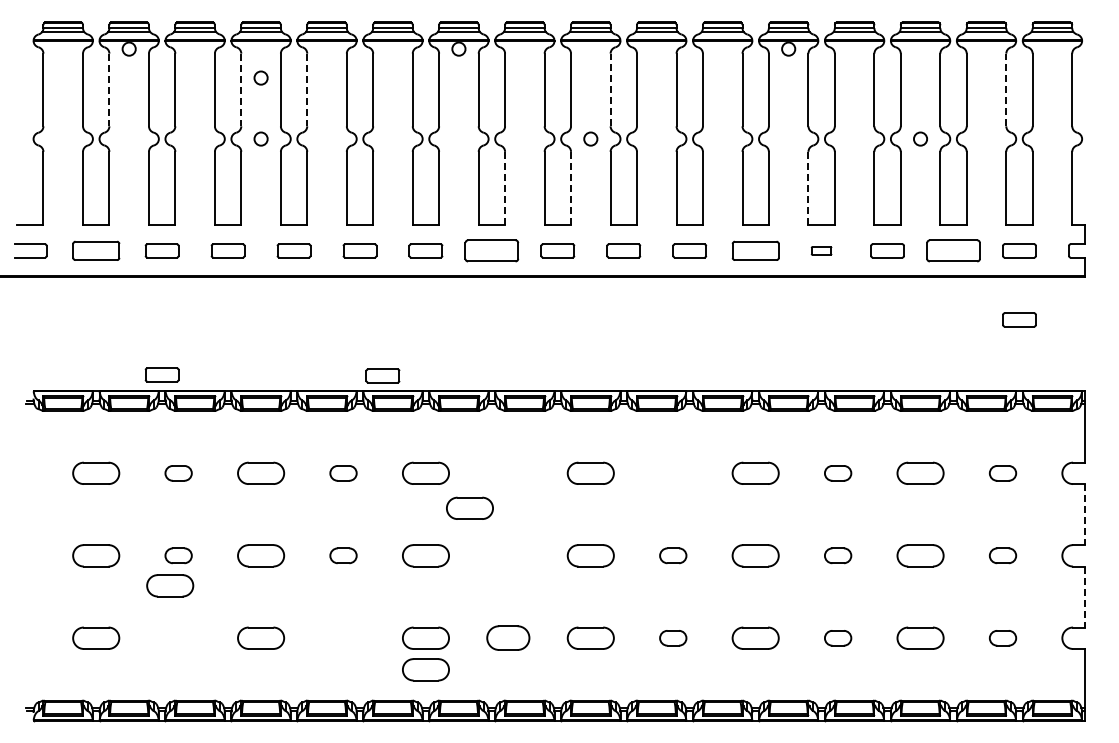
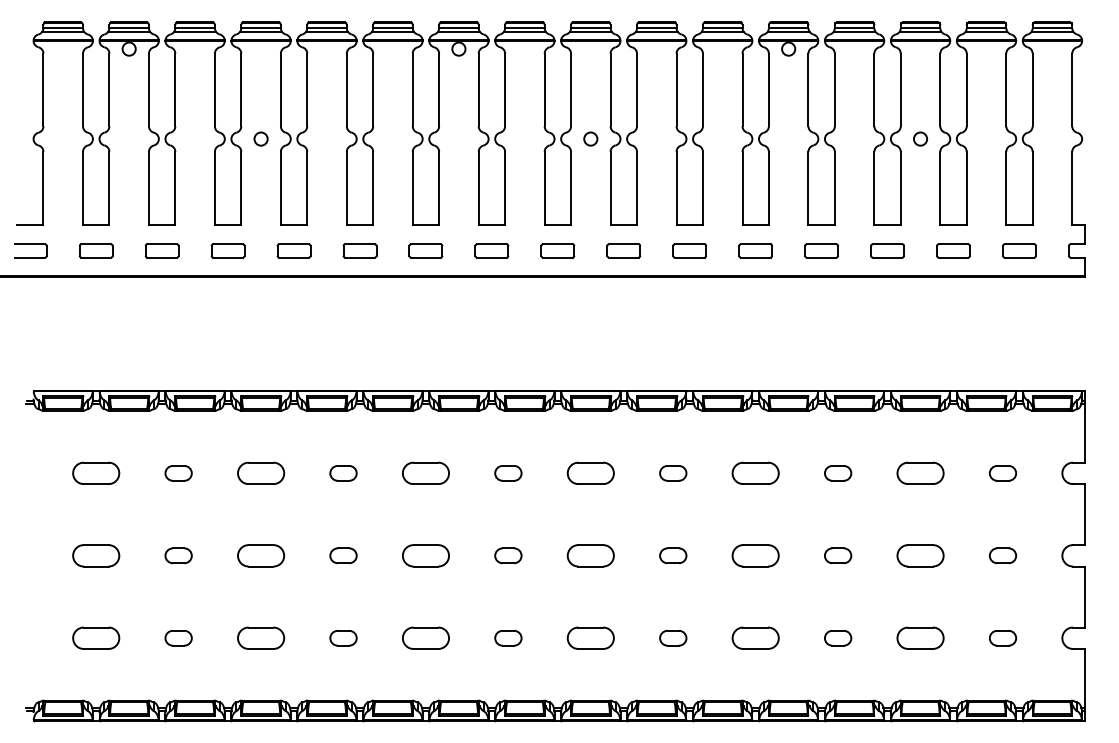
circle at (260, 77): present -> none
line at (610, 89): dashed -> solid
line at (1006, 89): dashed -> solid
line at (109, 90): dashed -> solid
line at (241, 90): dashed -> solid
line at (307, 90): dashed -> solid
line at (808, 187): dashed -> solid
line at (505, 188): dashed -> solid
line at (571, 188): dashed -> solid
part at (96, 250) size: 49x21 px -> 36x16 px
part at (491, 250) size: 56x24 px -> 36x16 px
part at (755, 250) size: 49x21 px -> 35x16 px
part at (821, 250) size: 23x10 px -> 35x16 px
part at (953, 250) size: 55x24 px -> 35x16 px
part at (1019, 319): present -> none
part at (161, 374): present -> none
part at (382, 375): present -> none
part at (508, 473): none -> present
part at (673, 473): none -> present
part at (469, 507): present -> none
line at (1085, 514): dashed -> solid
part at (508, 555): none -> present
part at (170, 585): present -> none
line at (1085, 597): dashed -> solid
part at (508, 637) size: 45x26 px -> 29x17 px
part at (178, 638): none -> present
part at (343, 638): none -> present
part at (425, 669): present -> none
